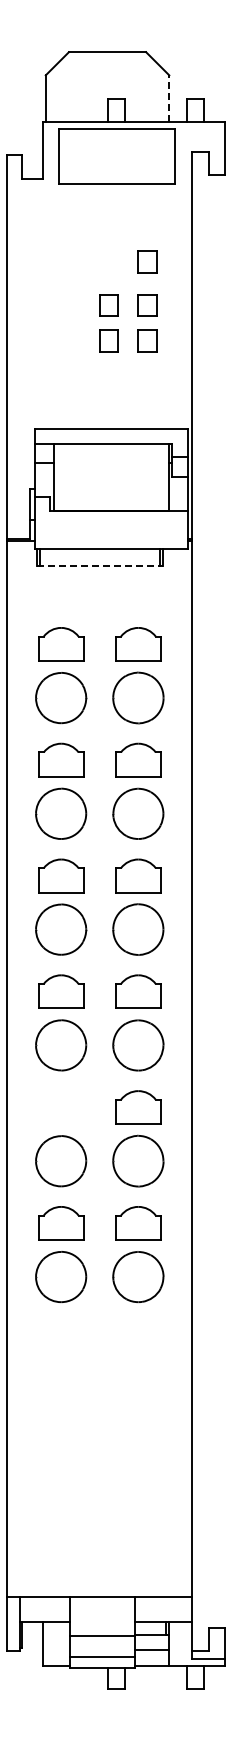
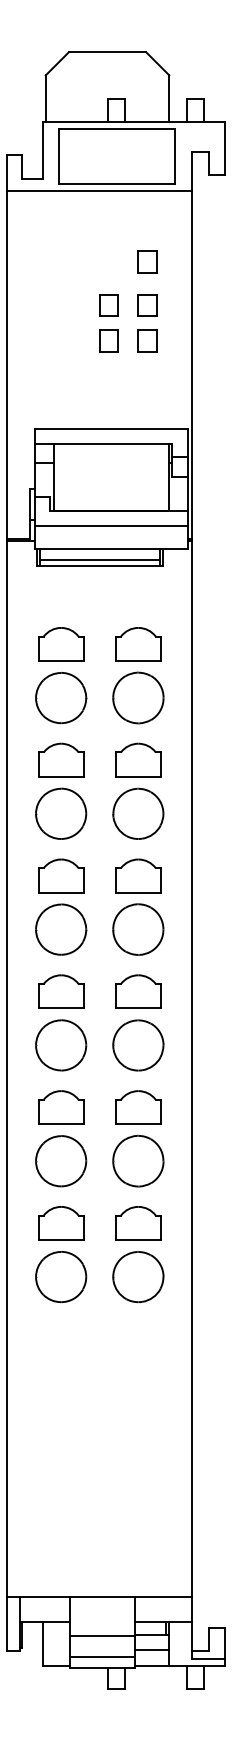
line at (169, 98): dashed -> solid
line at (99, 191): none -> present
line at (110, 526): none -> present
line at (99, 559): none -> present
line at (100, 566): dashed -> solid
part at (61, 1107): none -> present
